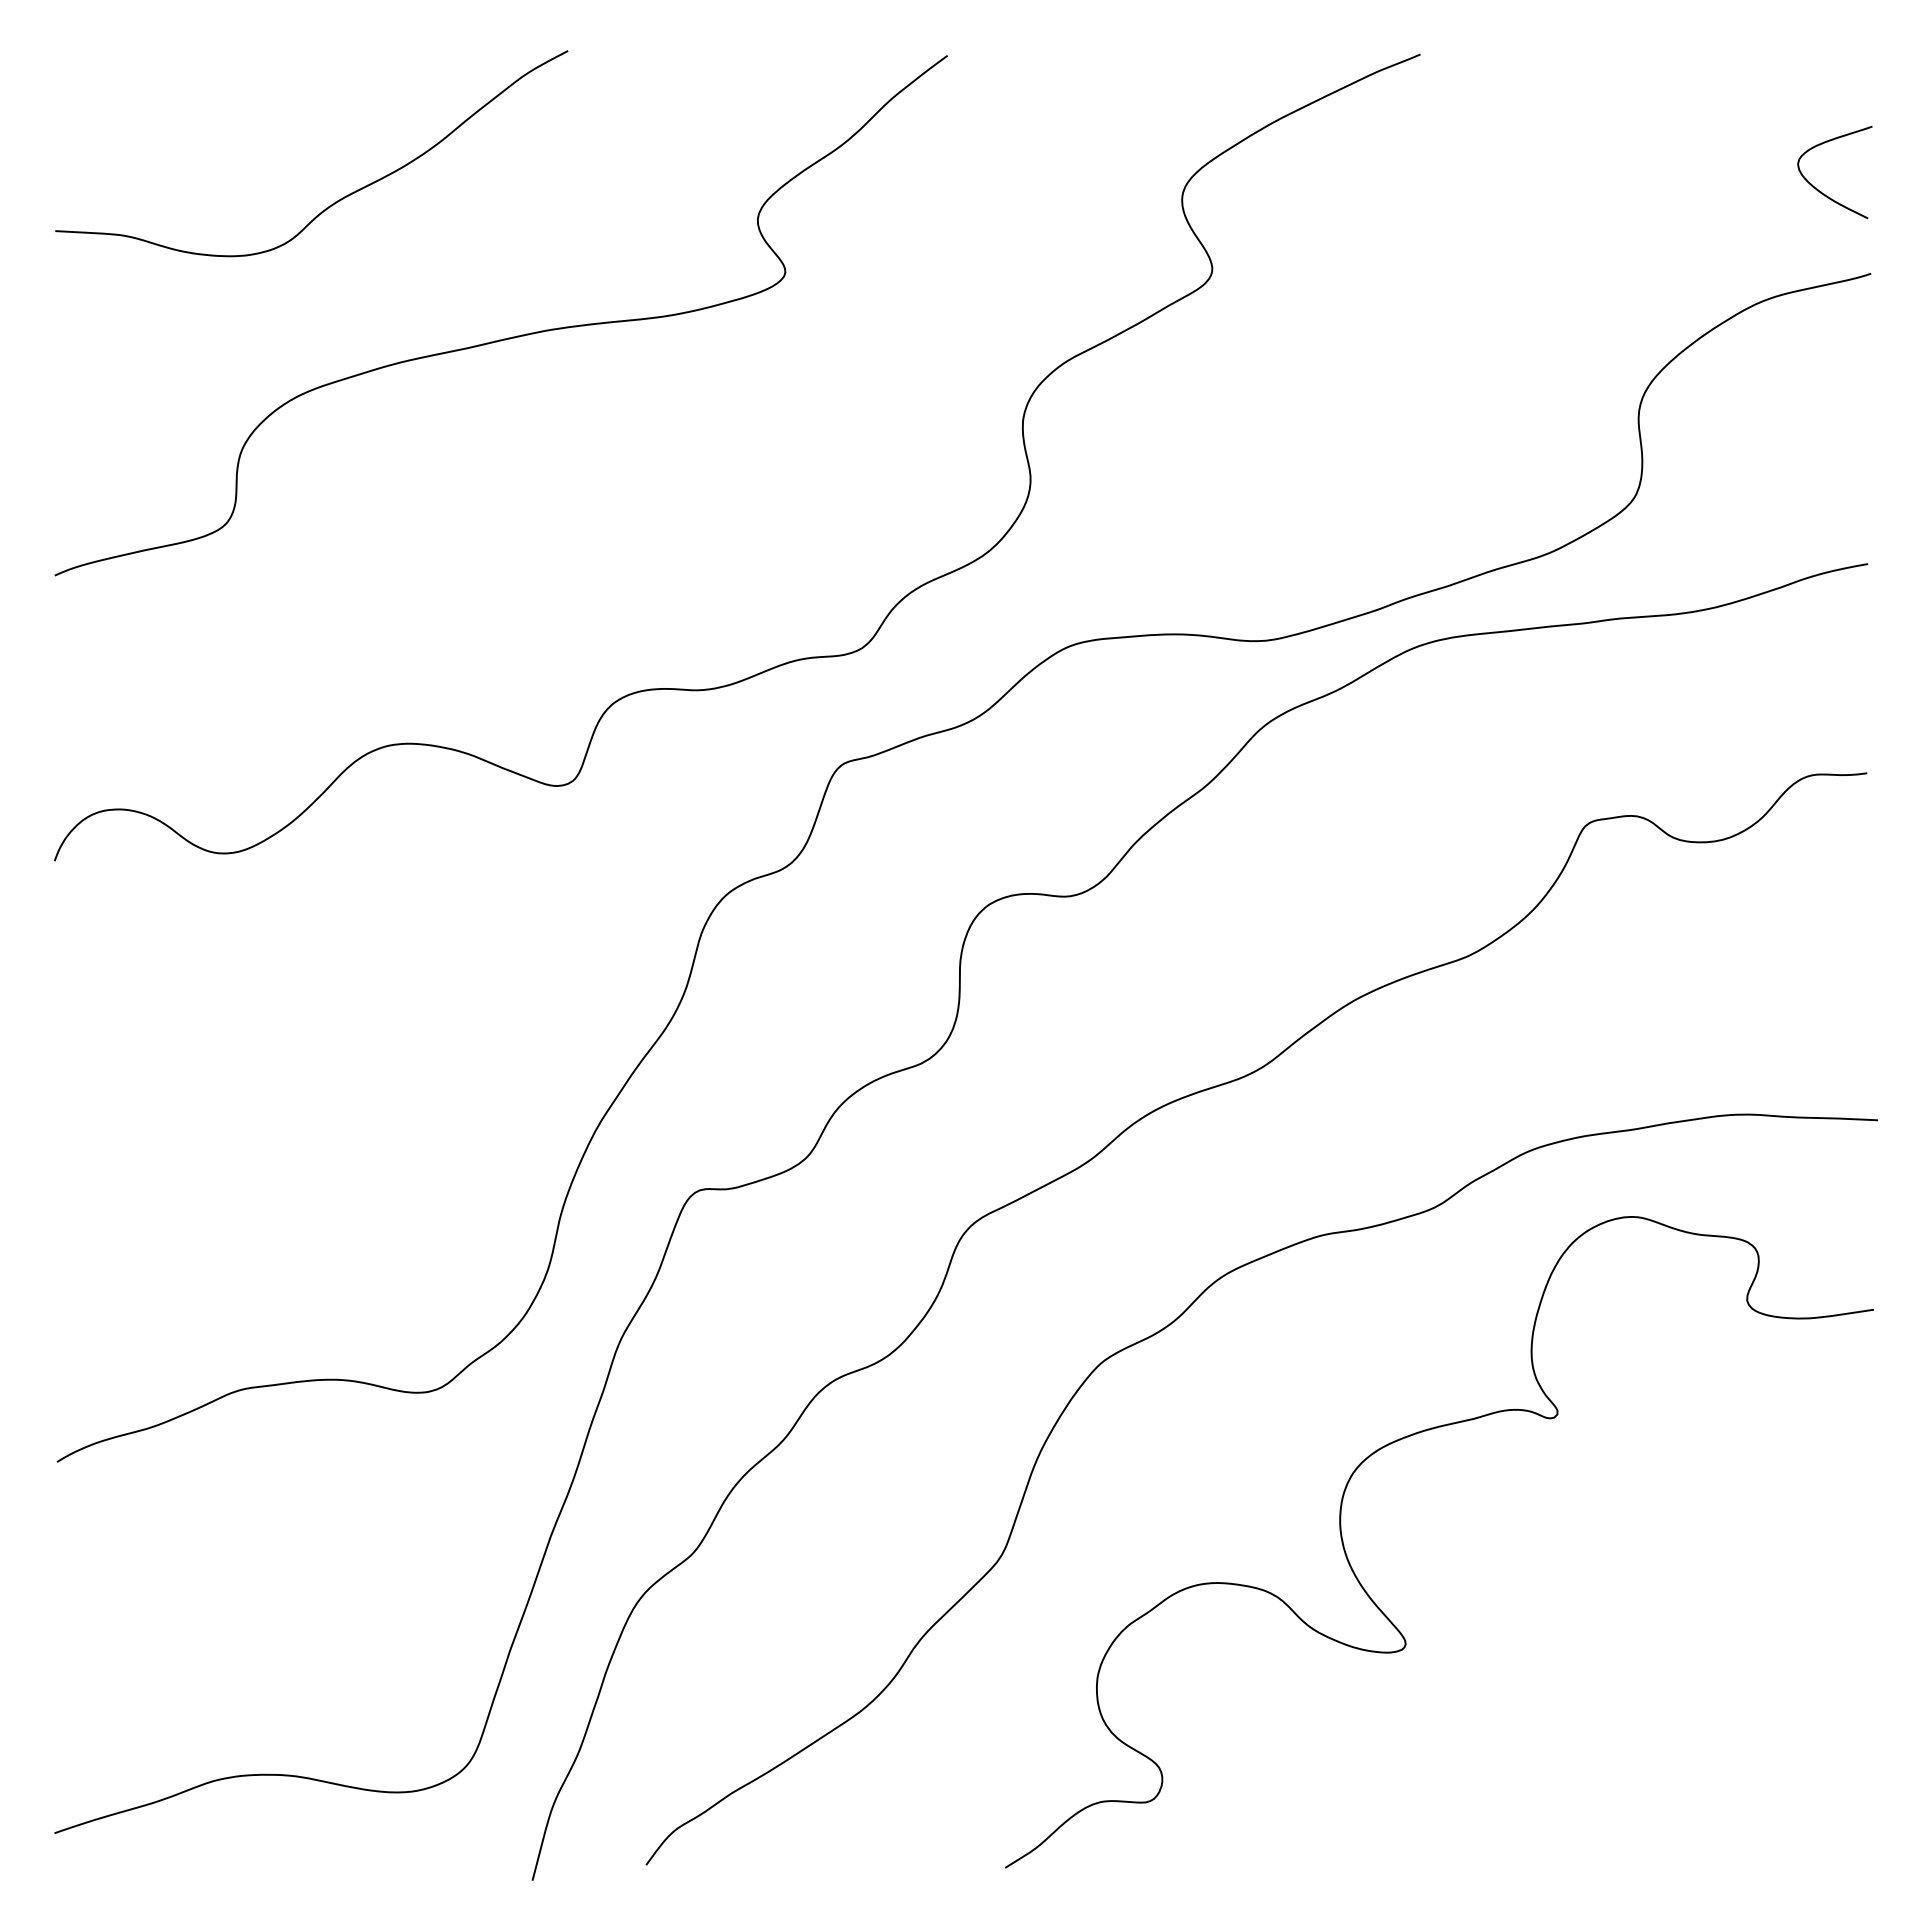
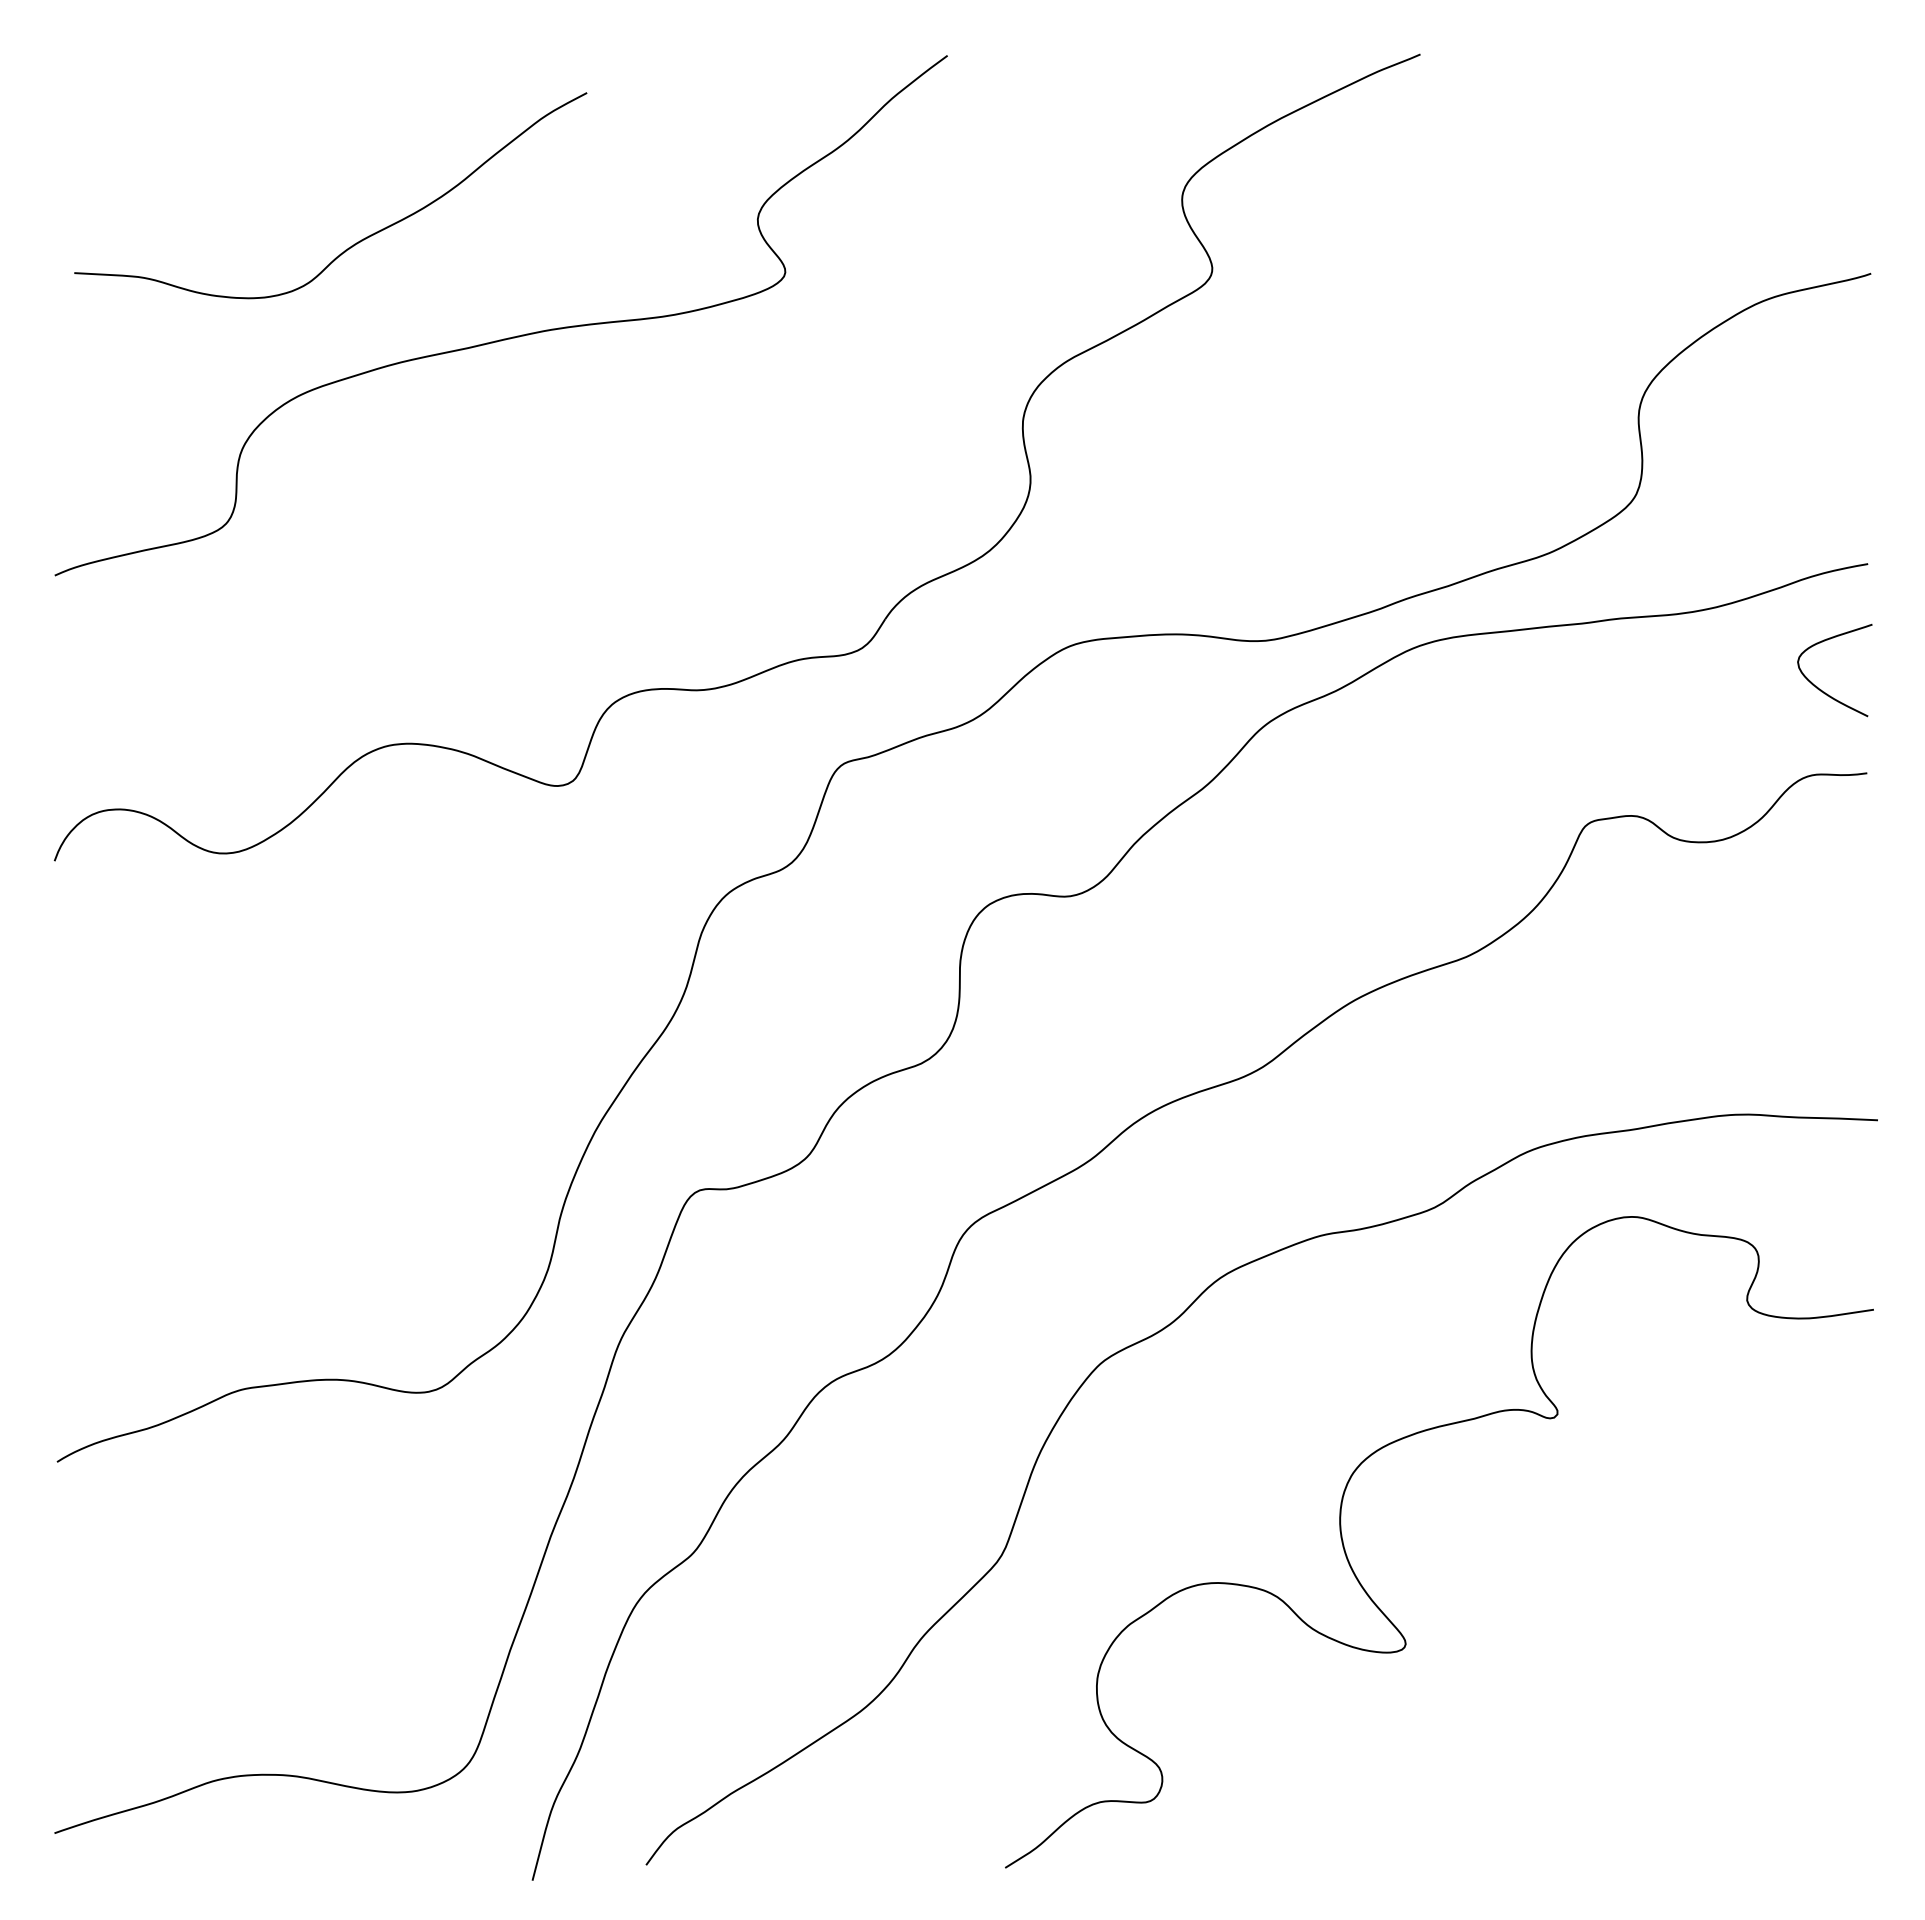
curve at (1821, 191) position: (1821, 191) -> (1821, 689)
curve at (340, 198) position: (340, 198) -> (359, 240)
